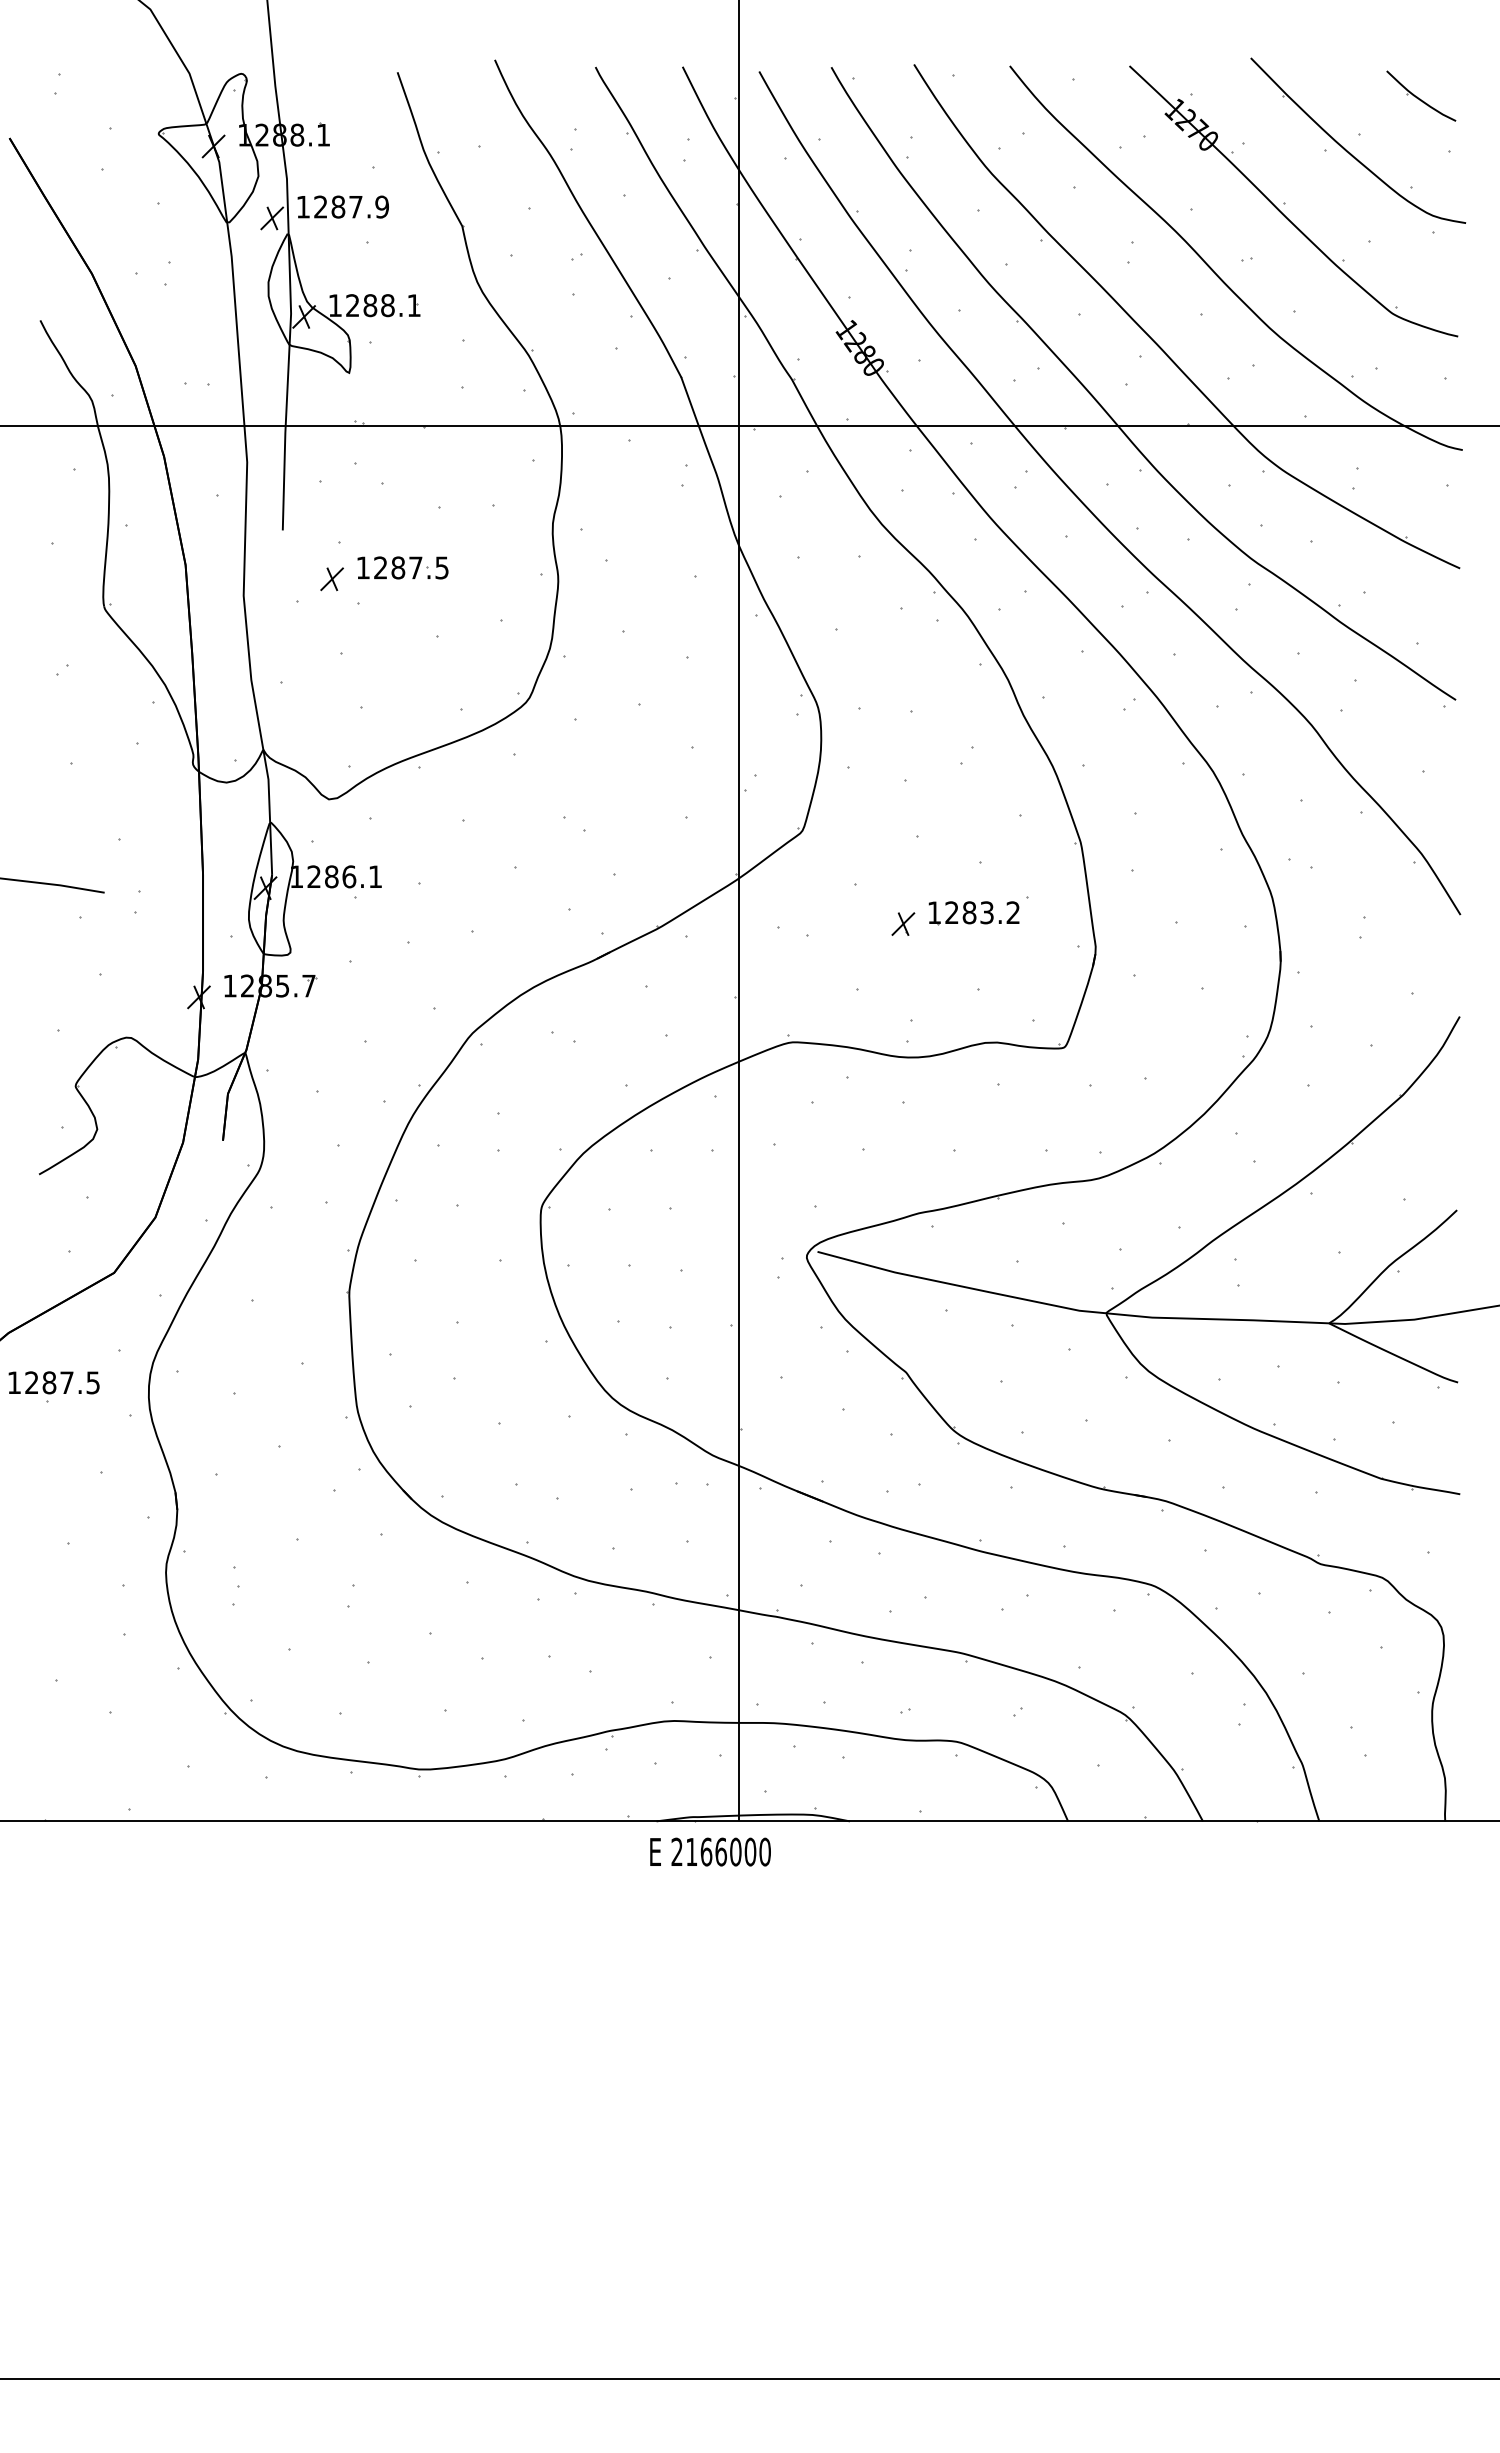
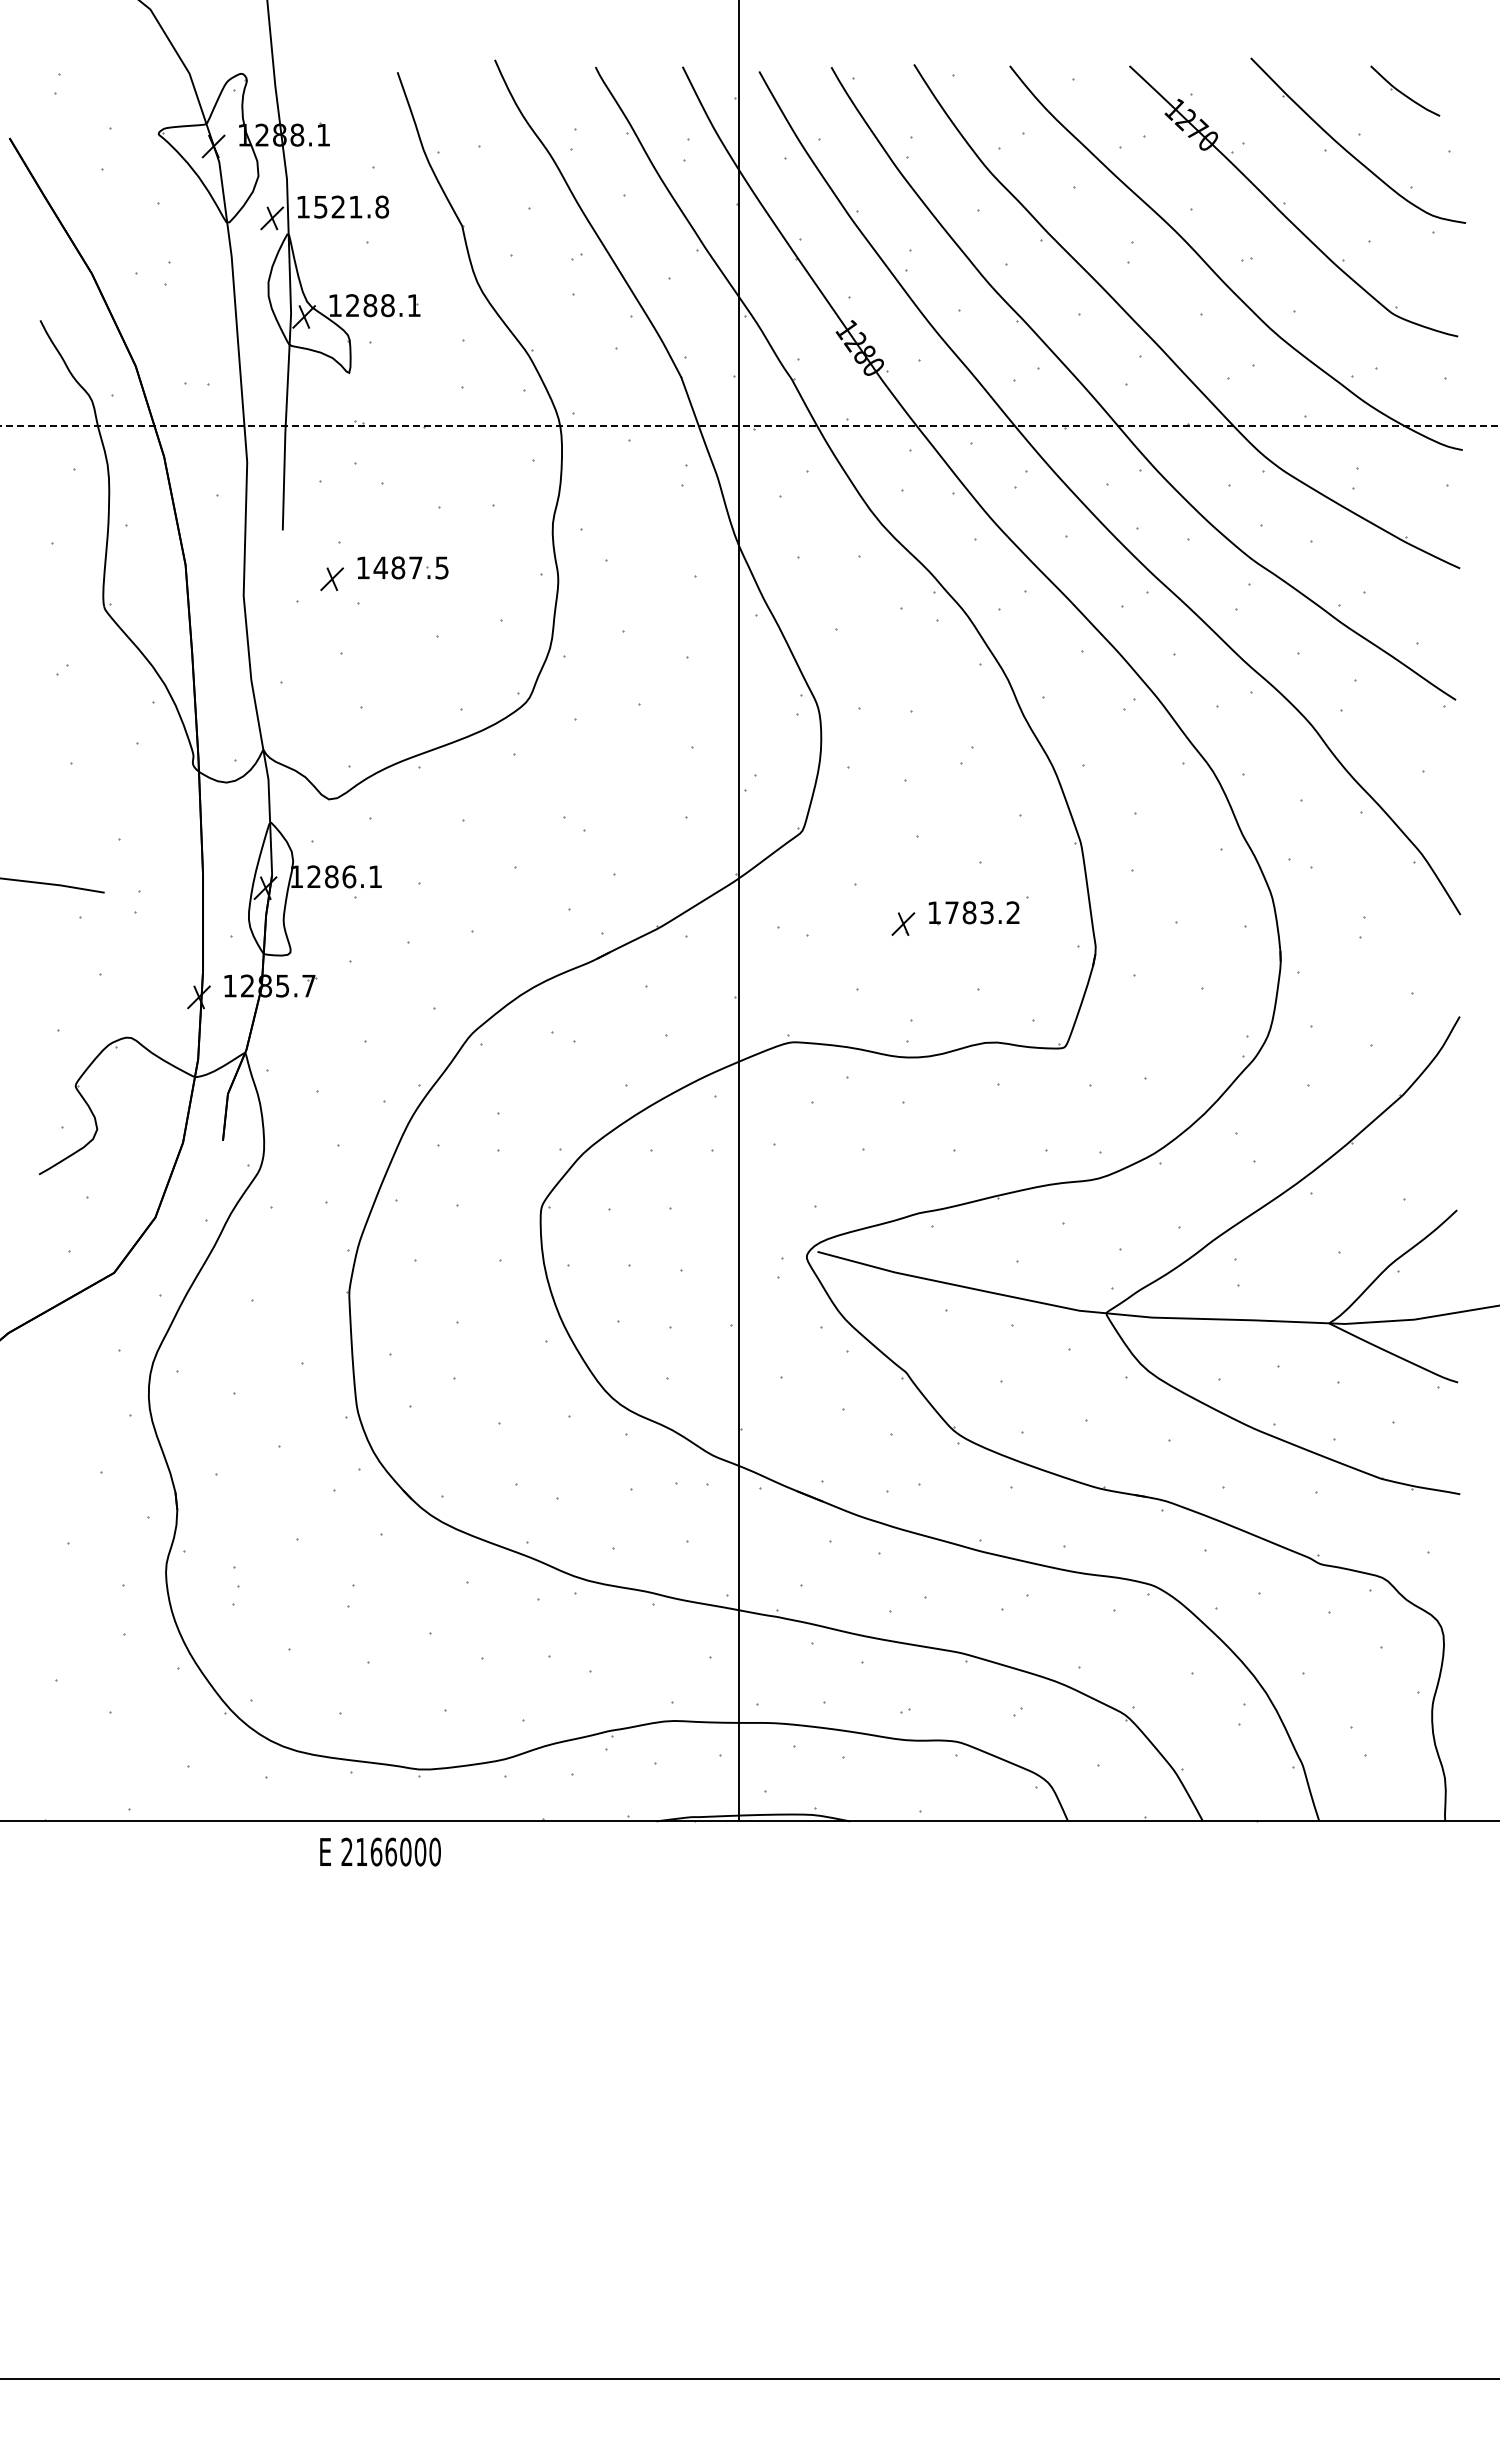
part at (1421, 95) position: (1421, 95) -> (1405, 90)
text at (351, 206): 1287.9 -> 1521.8
line at (750, 426): solid -> dashed
text at (380, 567): 1287.5 -> 1487.5
text at (951, 912): 1283.2 -> 1783.2
part at (53, 1386): present -> none
text at (710, 1851) position: (710, 1851) -> (380, 1851)
